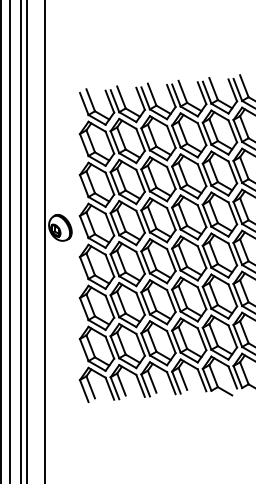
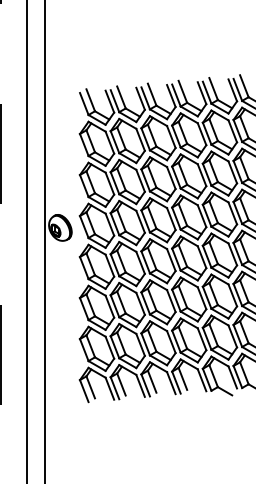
line at (1, 241): solid -> dashed
line at (10, 241): present -> none
line at (20, 241): present -> none
